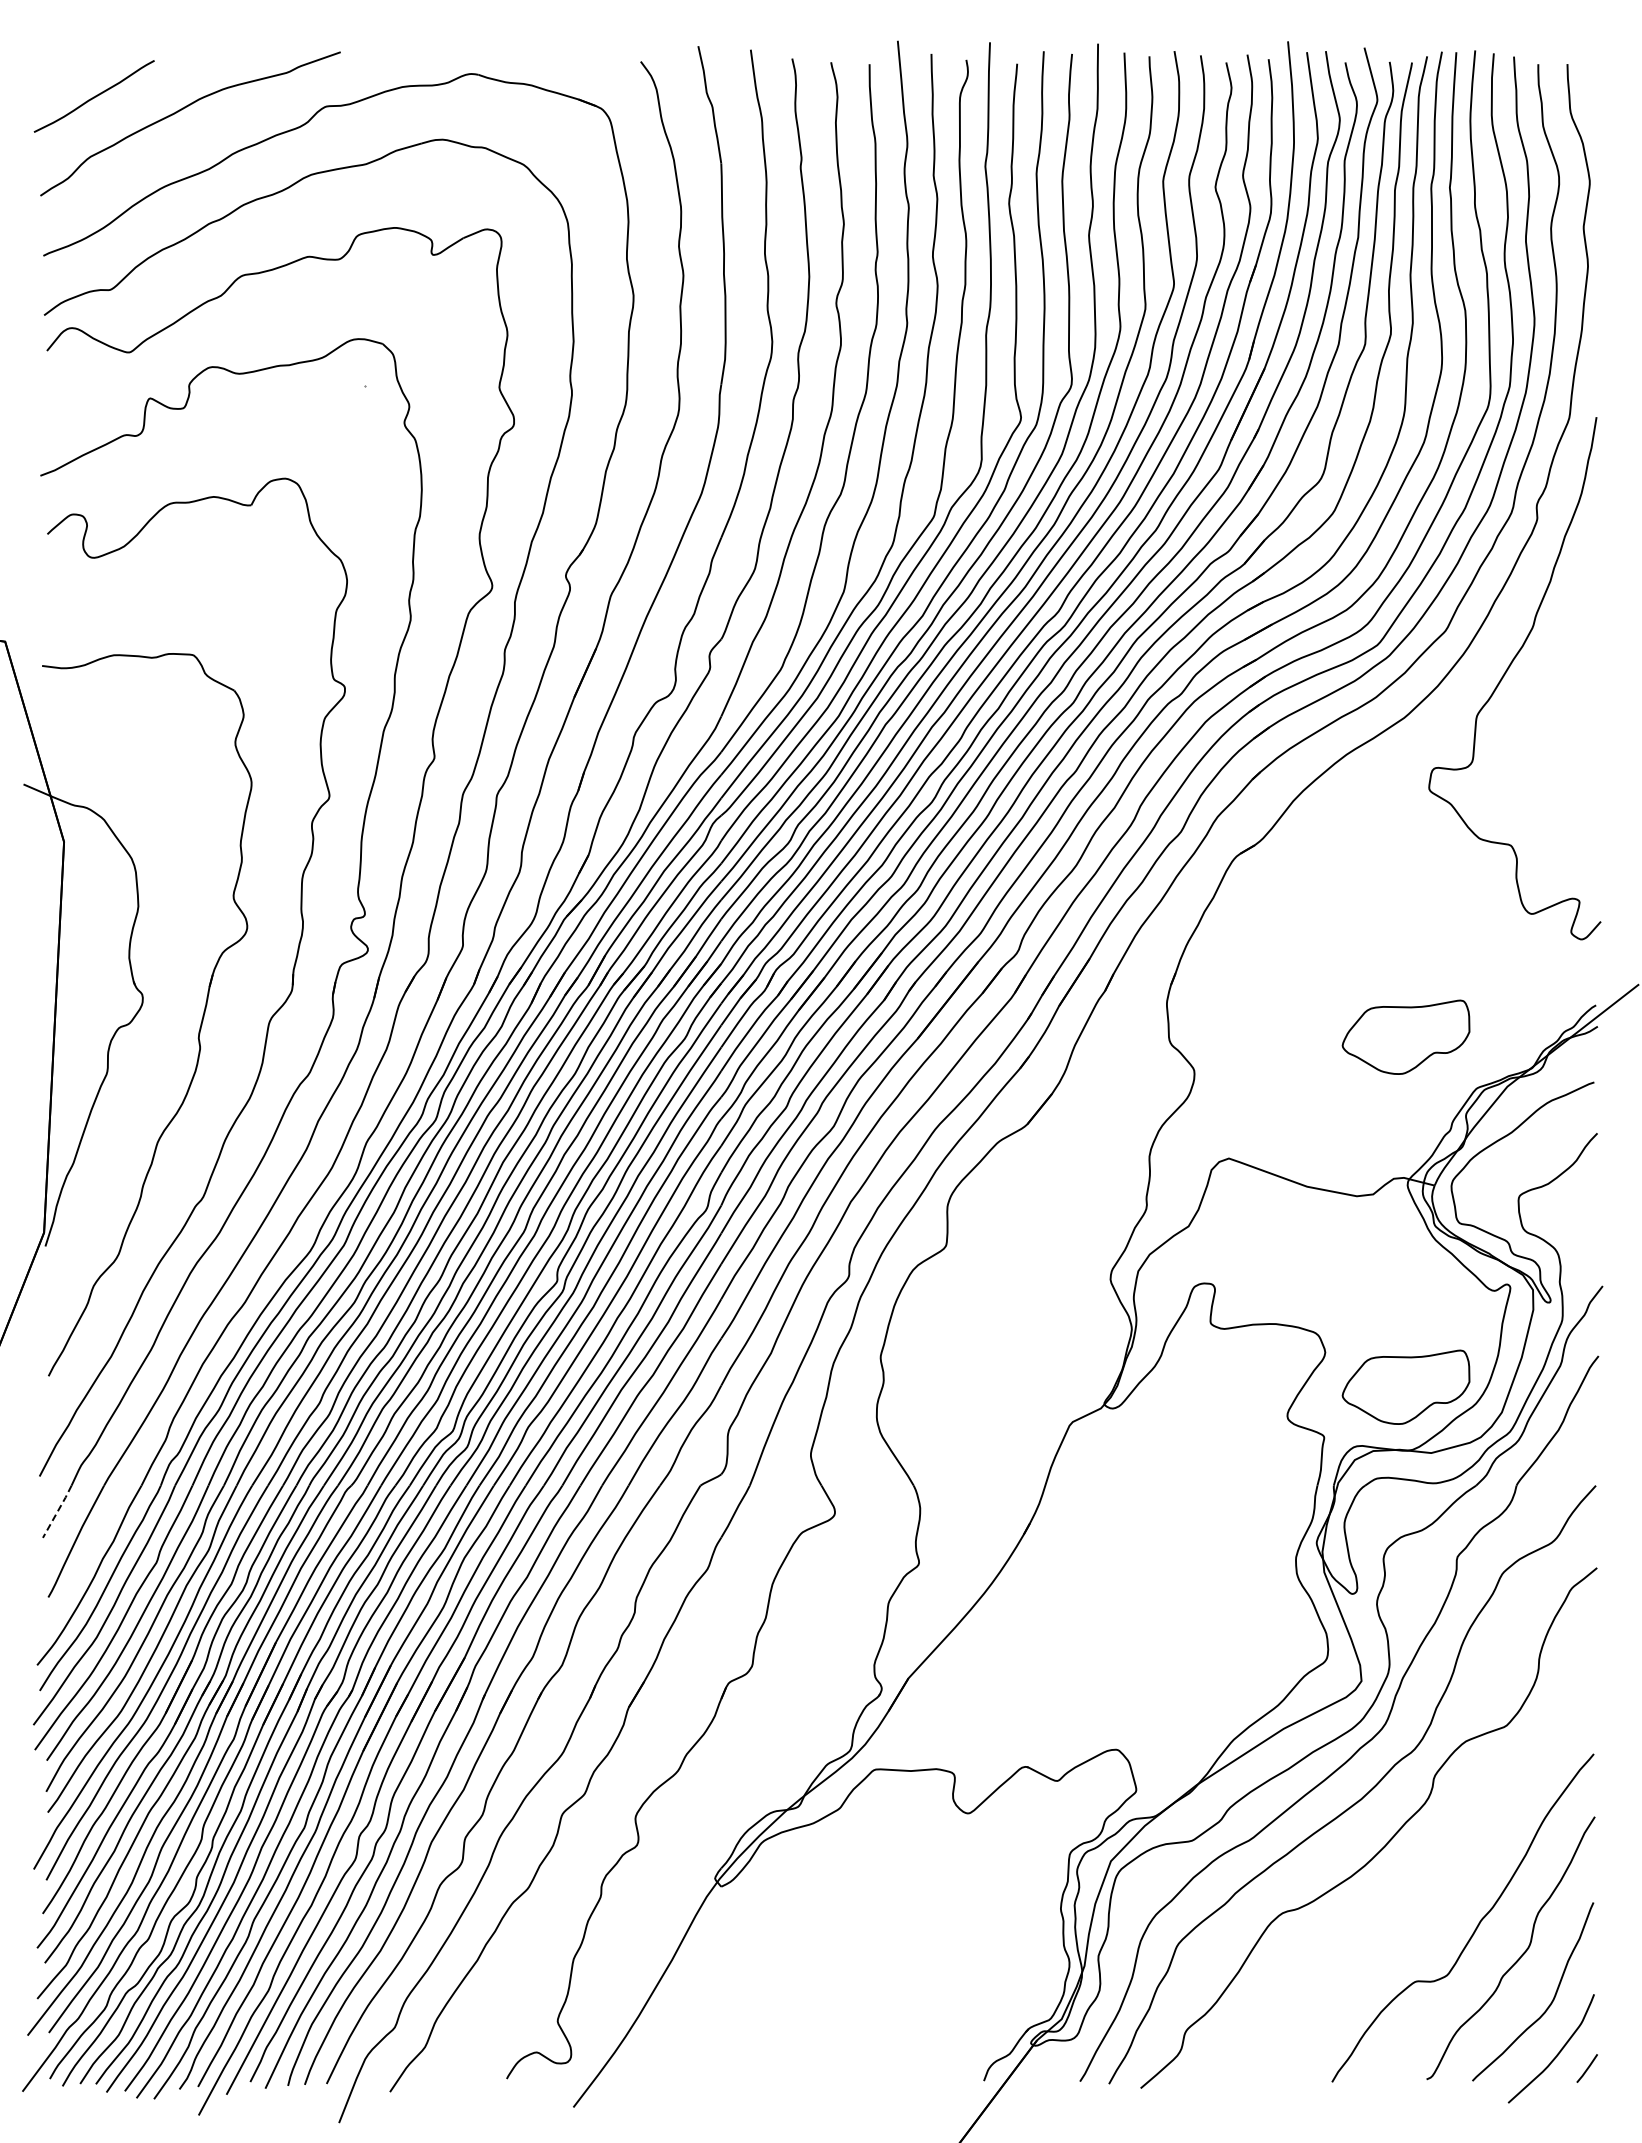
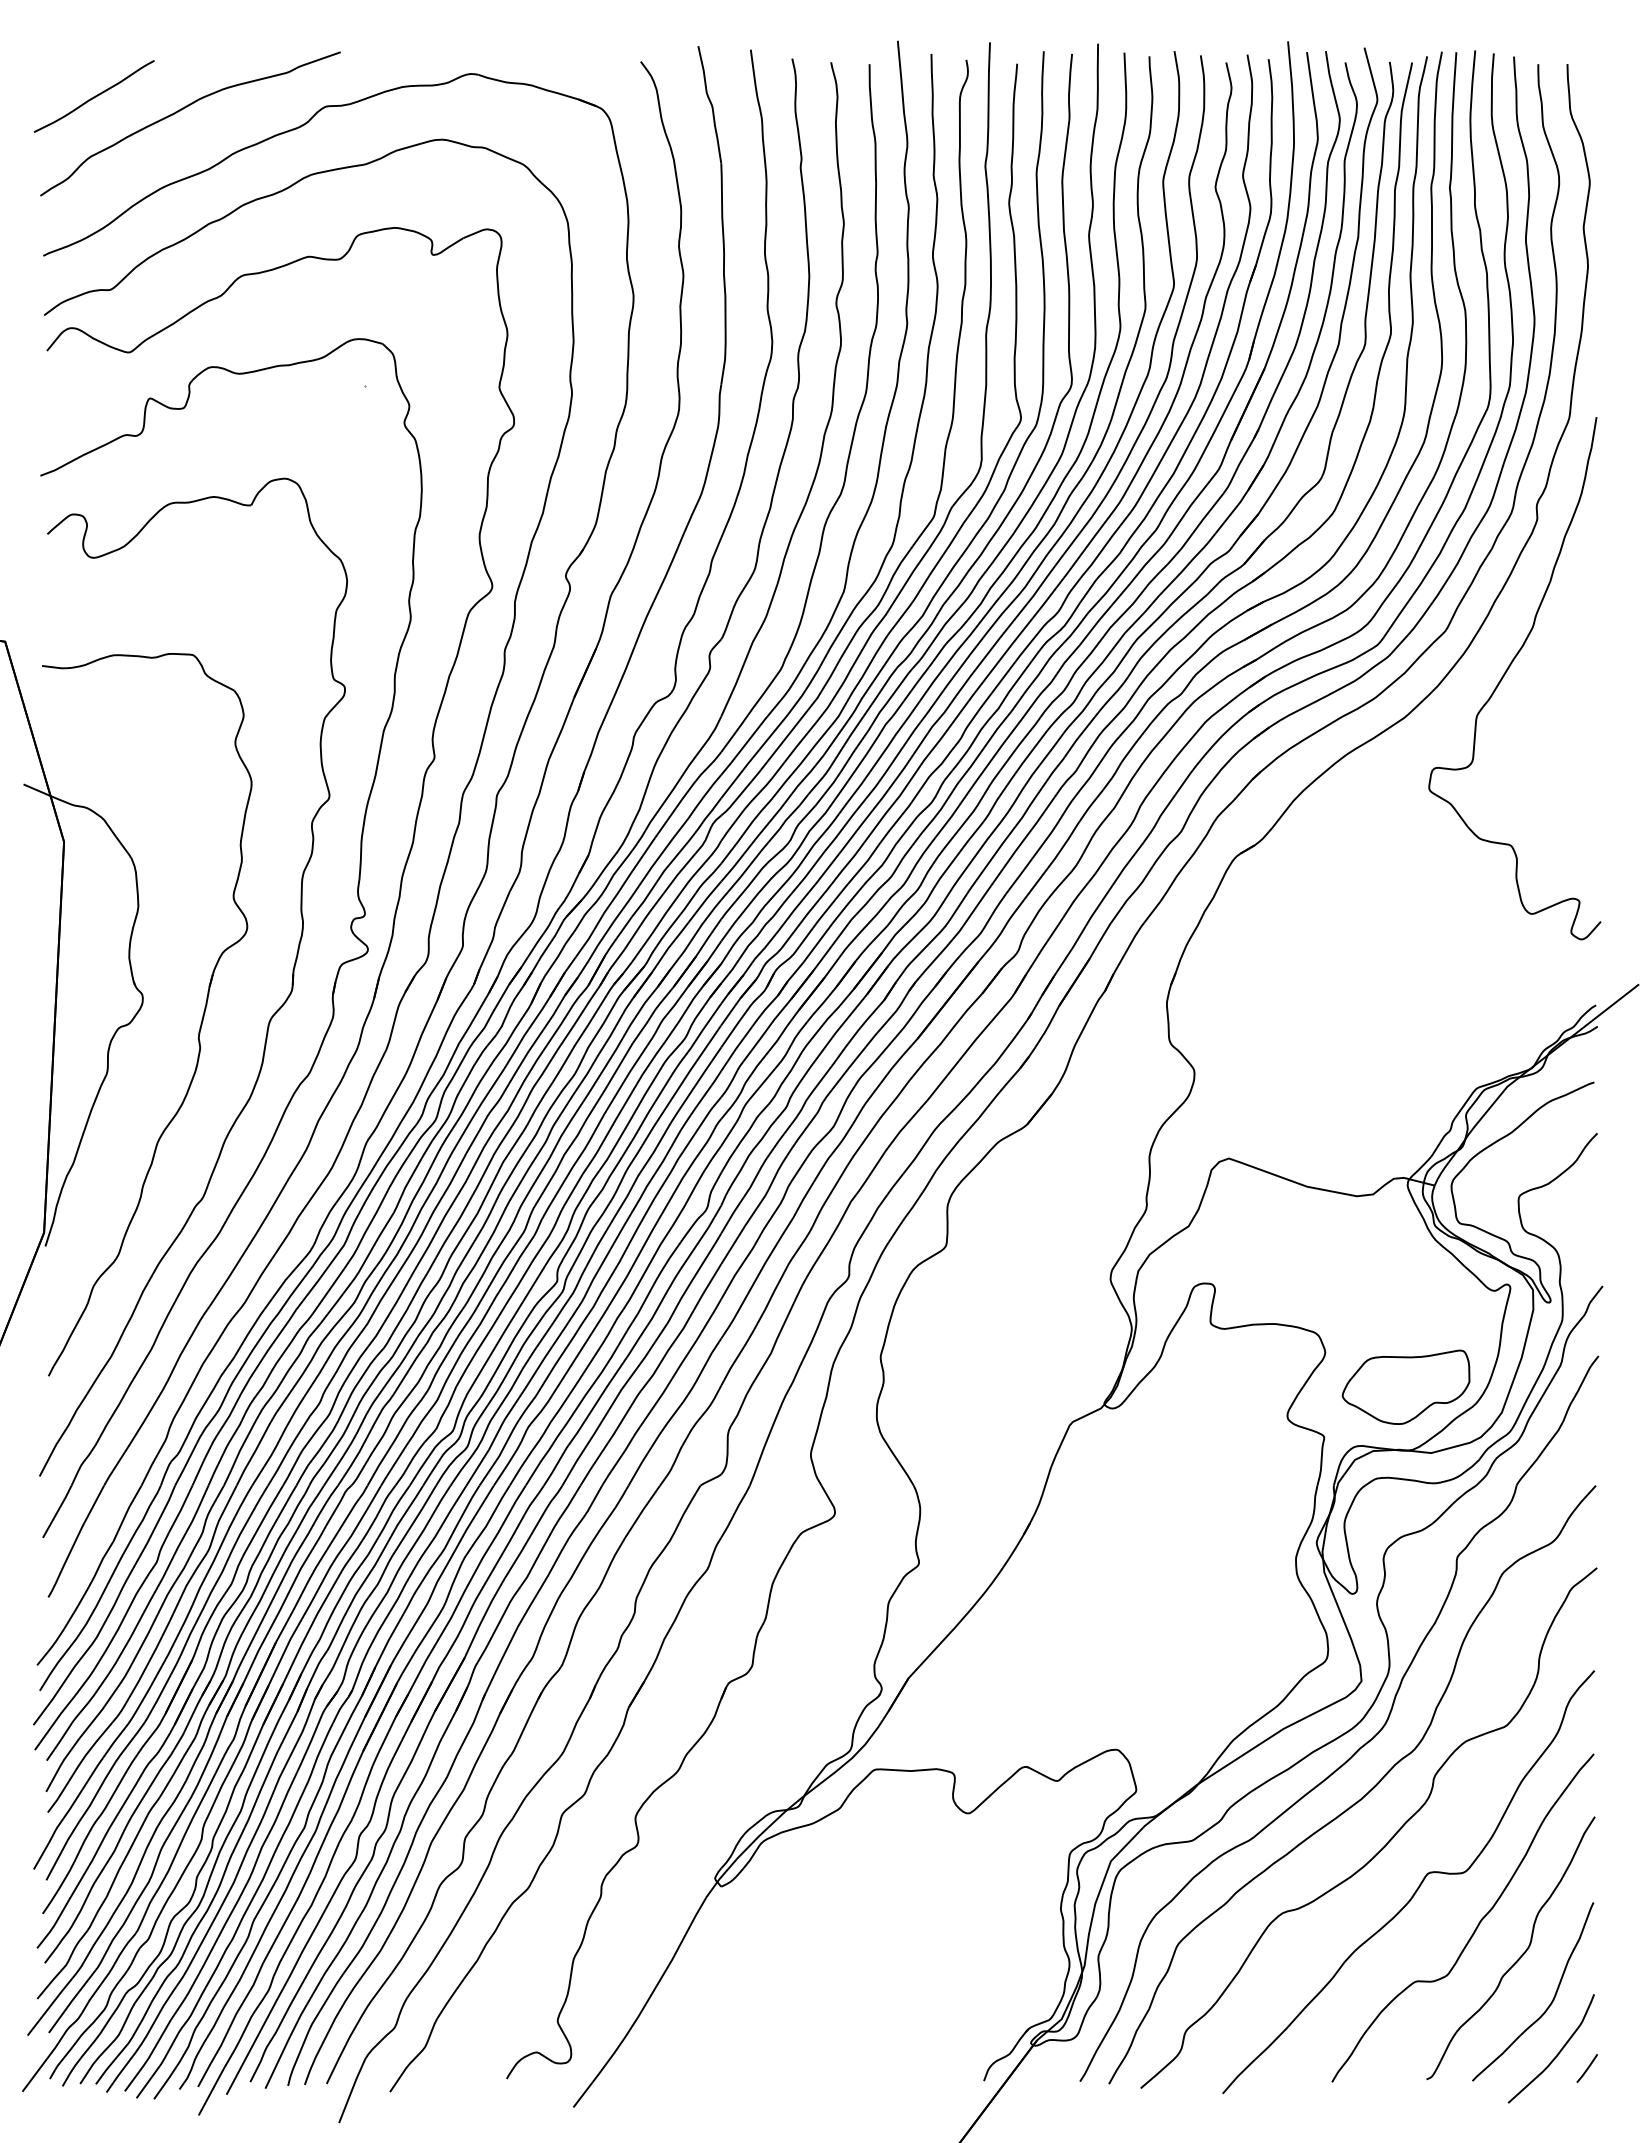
part at (1405, 1036): present -> none
line at (57, 1511): dashed -> solid
curve at (1417, 1887): none -> present
